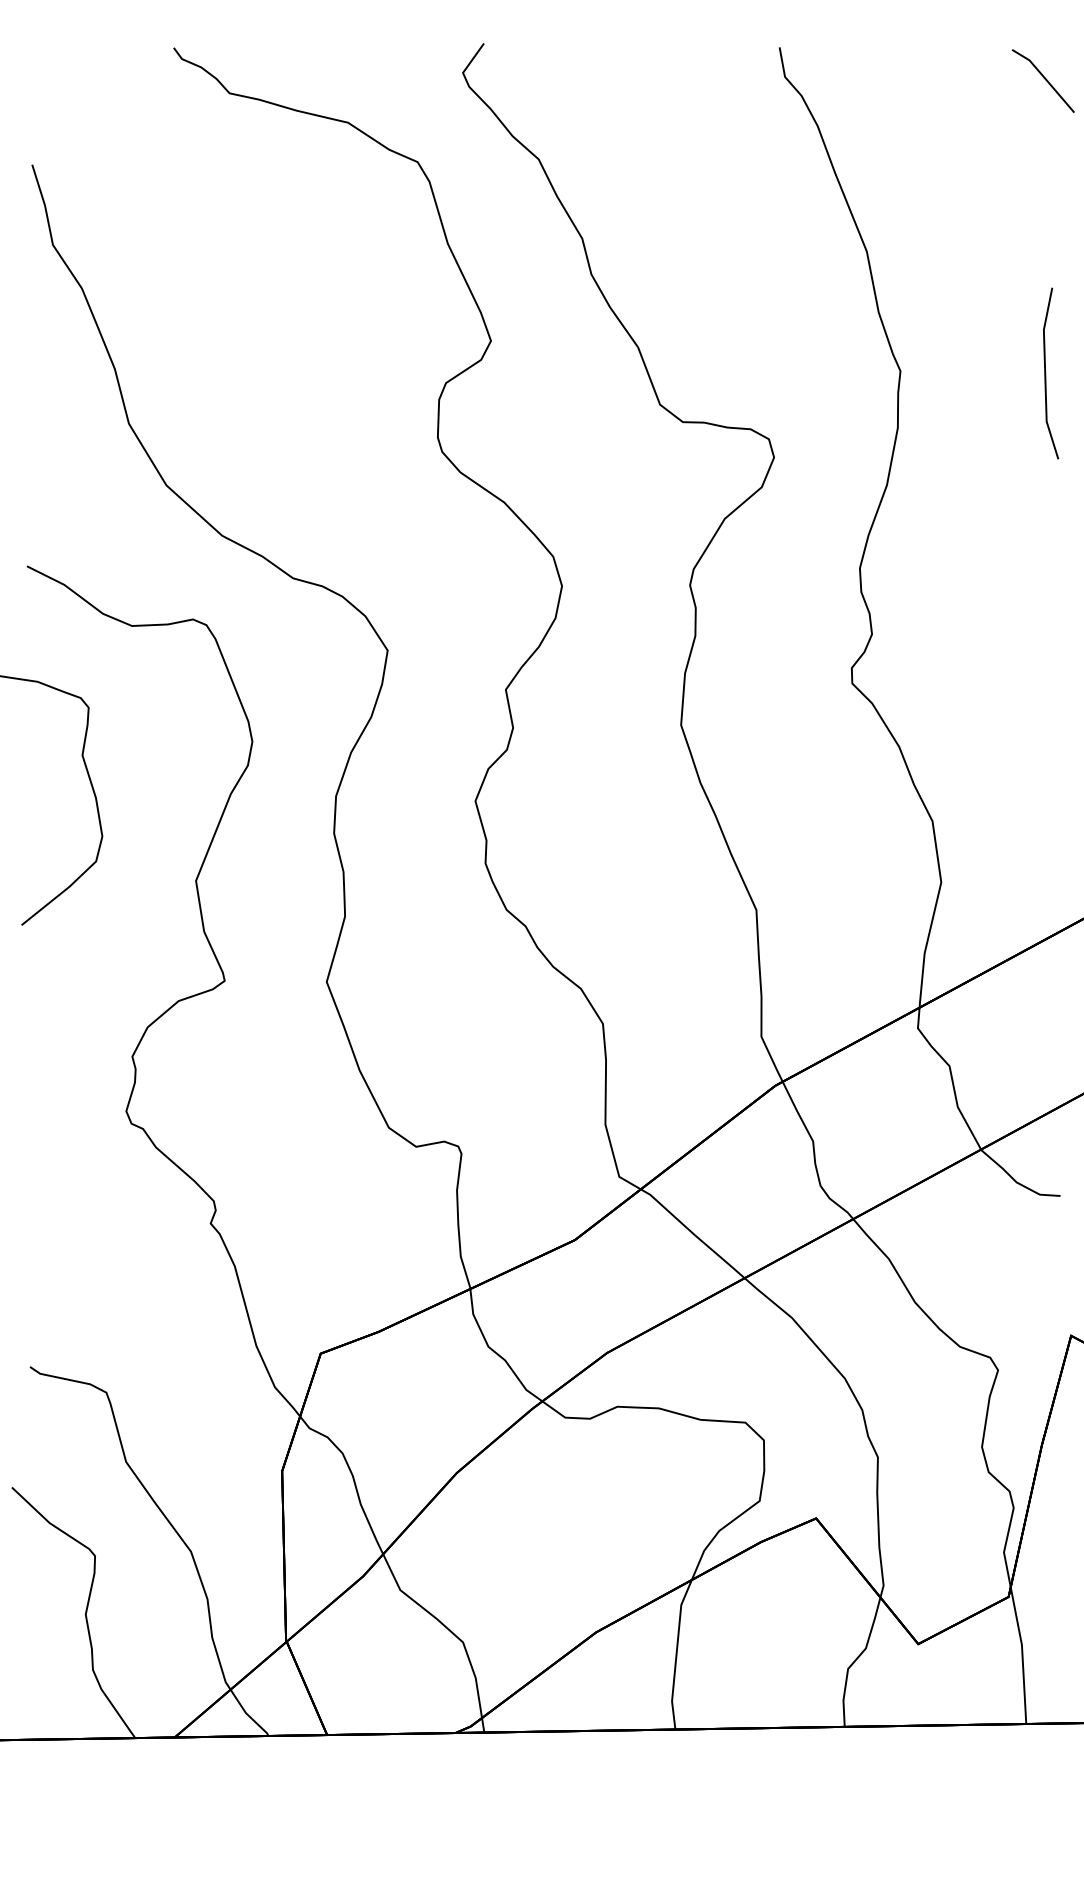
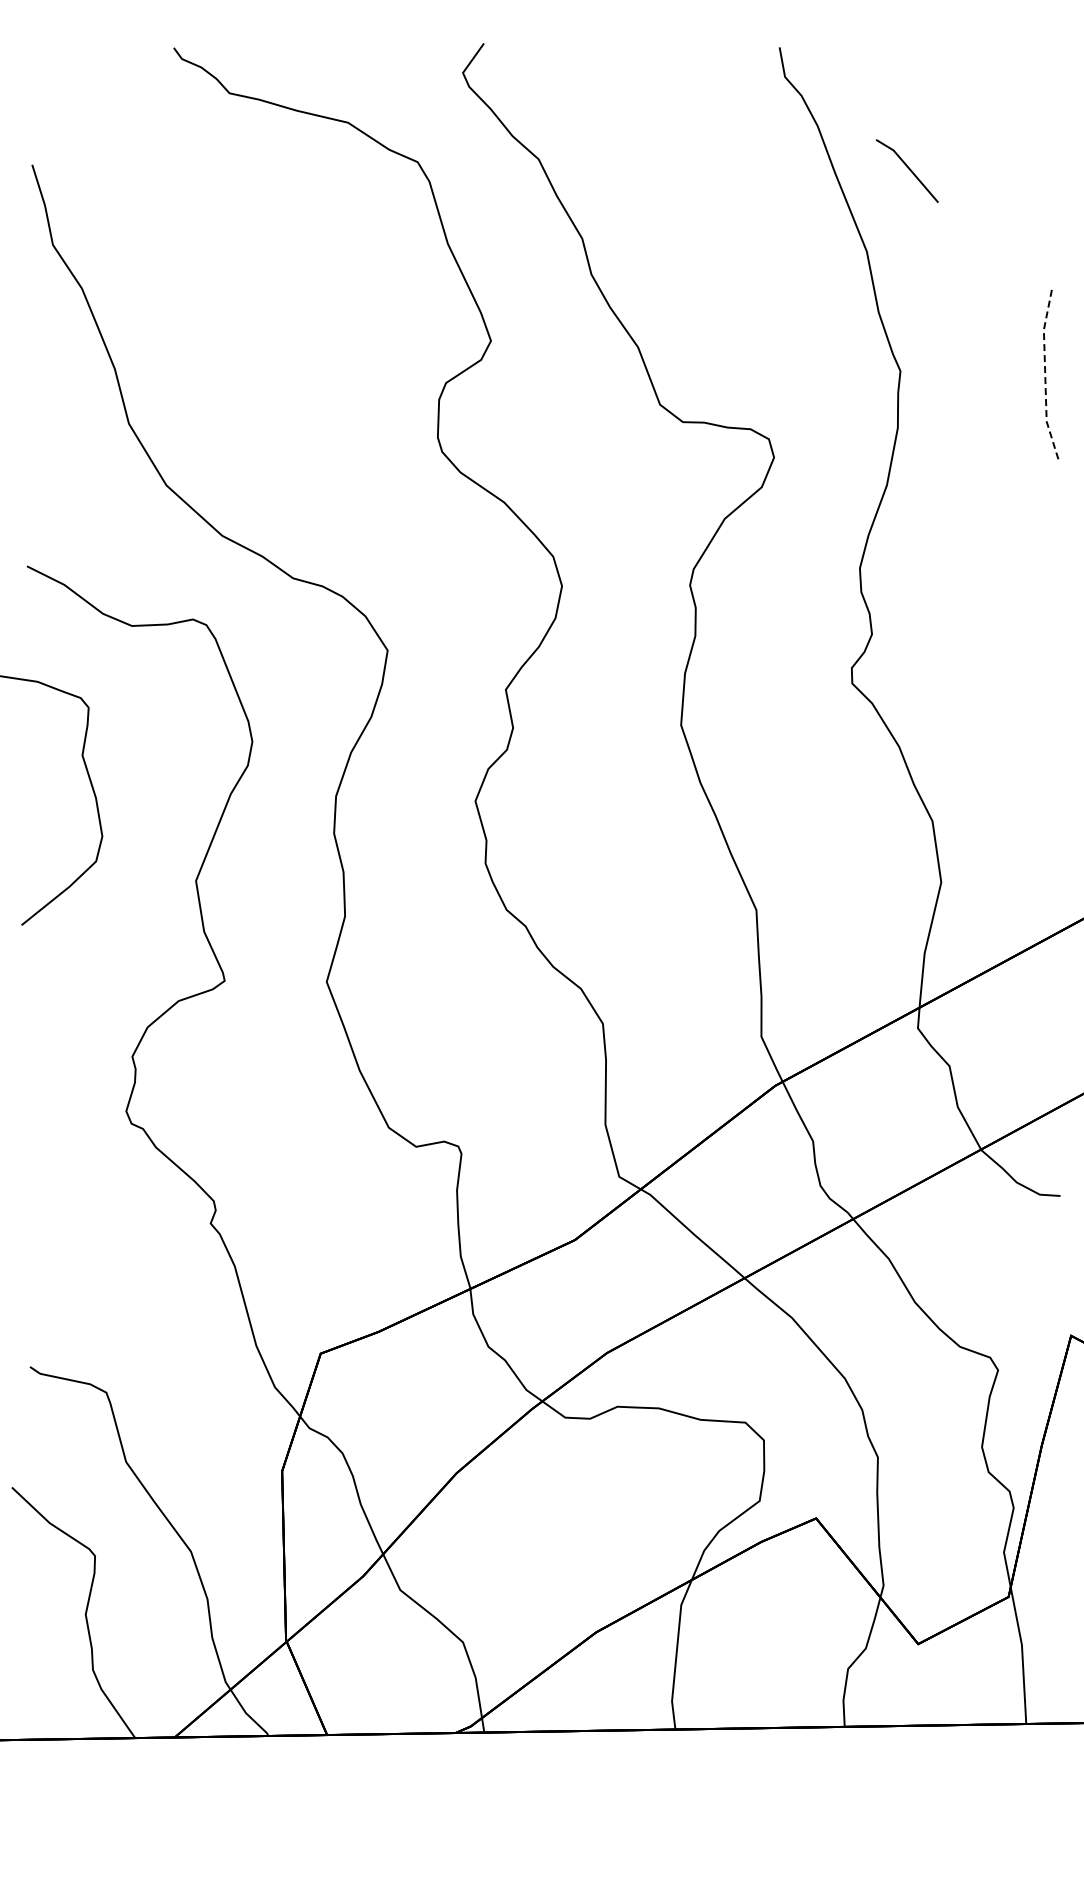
line at (1044, 79) position: (1044, 79) -> (908, 169)
line at (1045, 373): solid -> dashed
